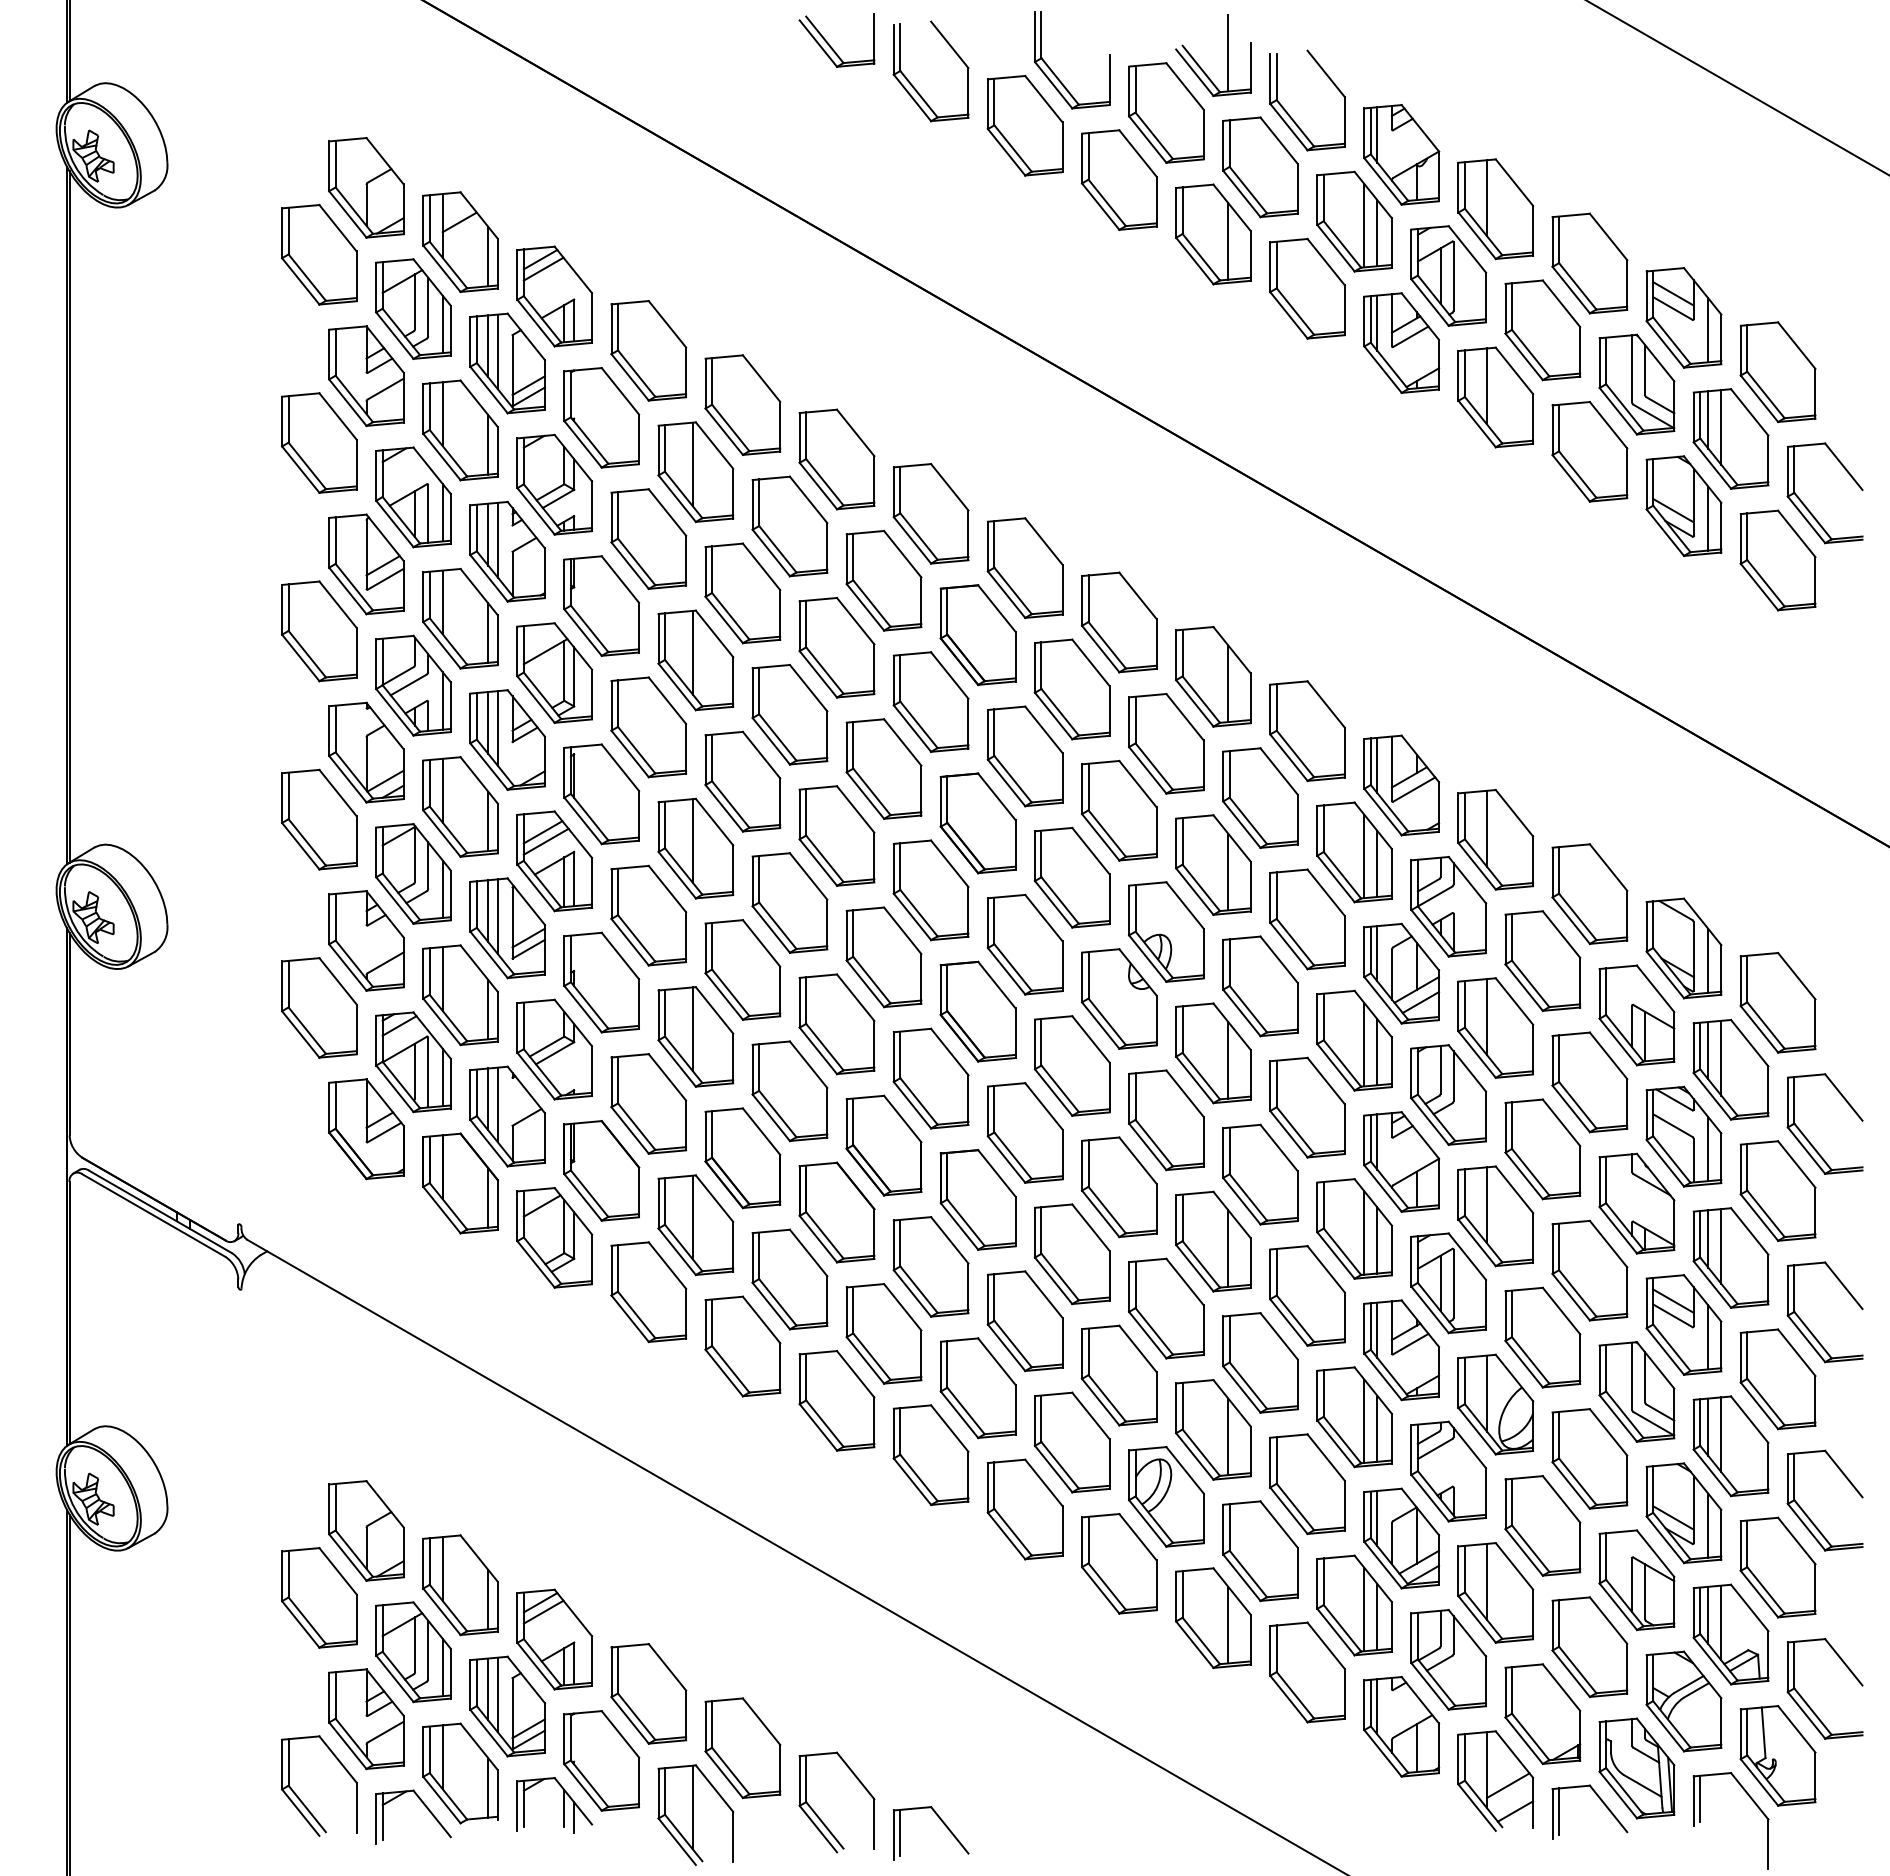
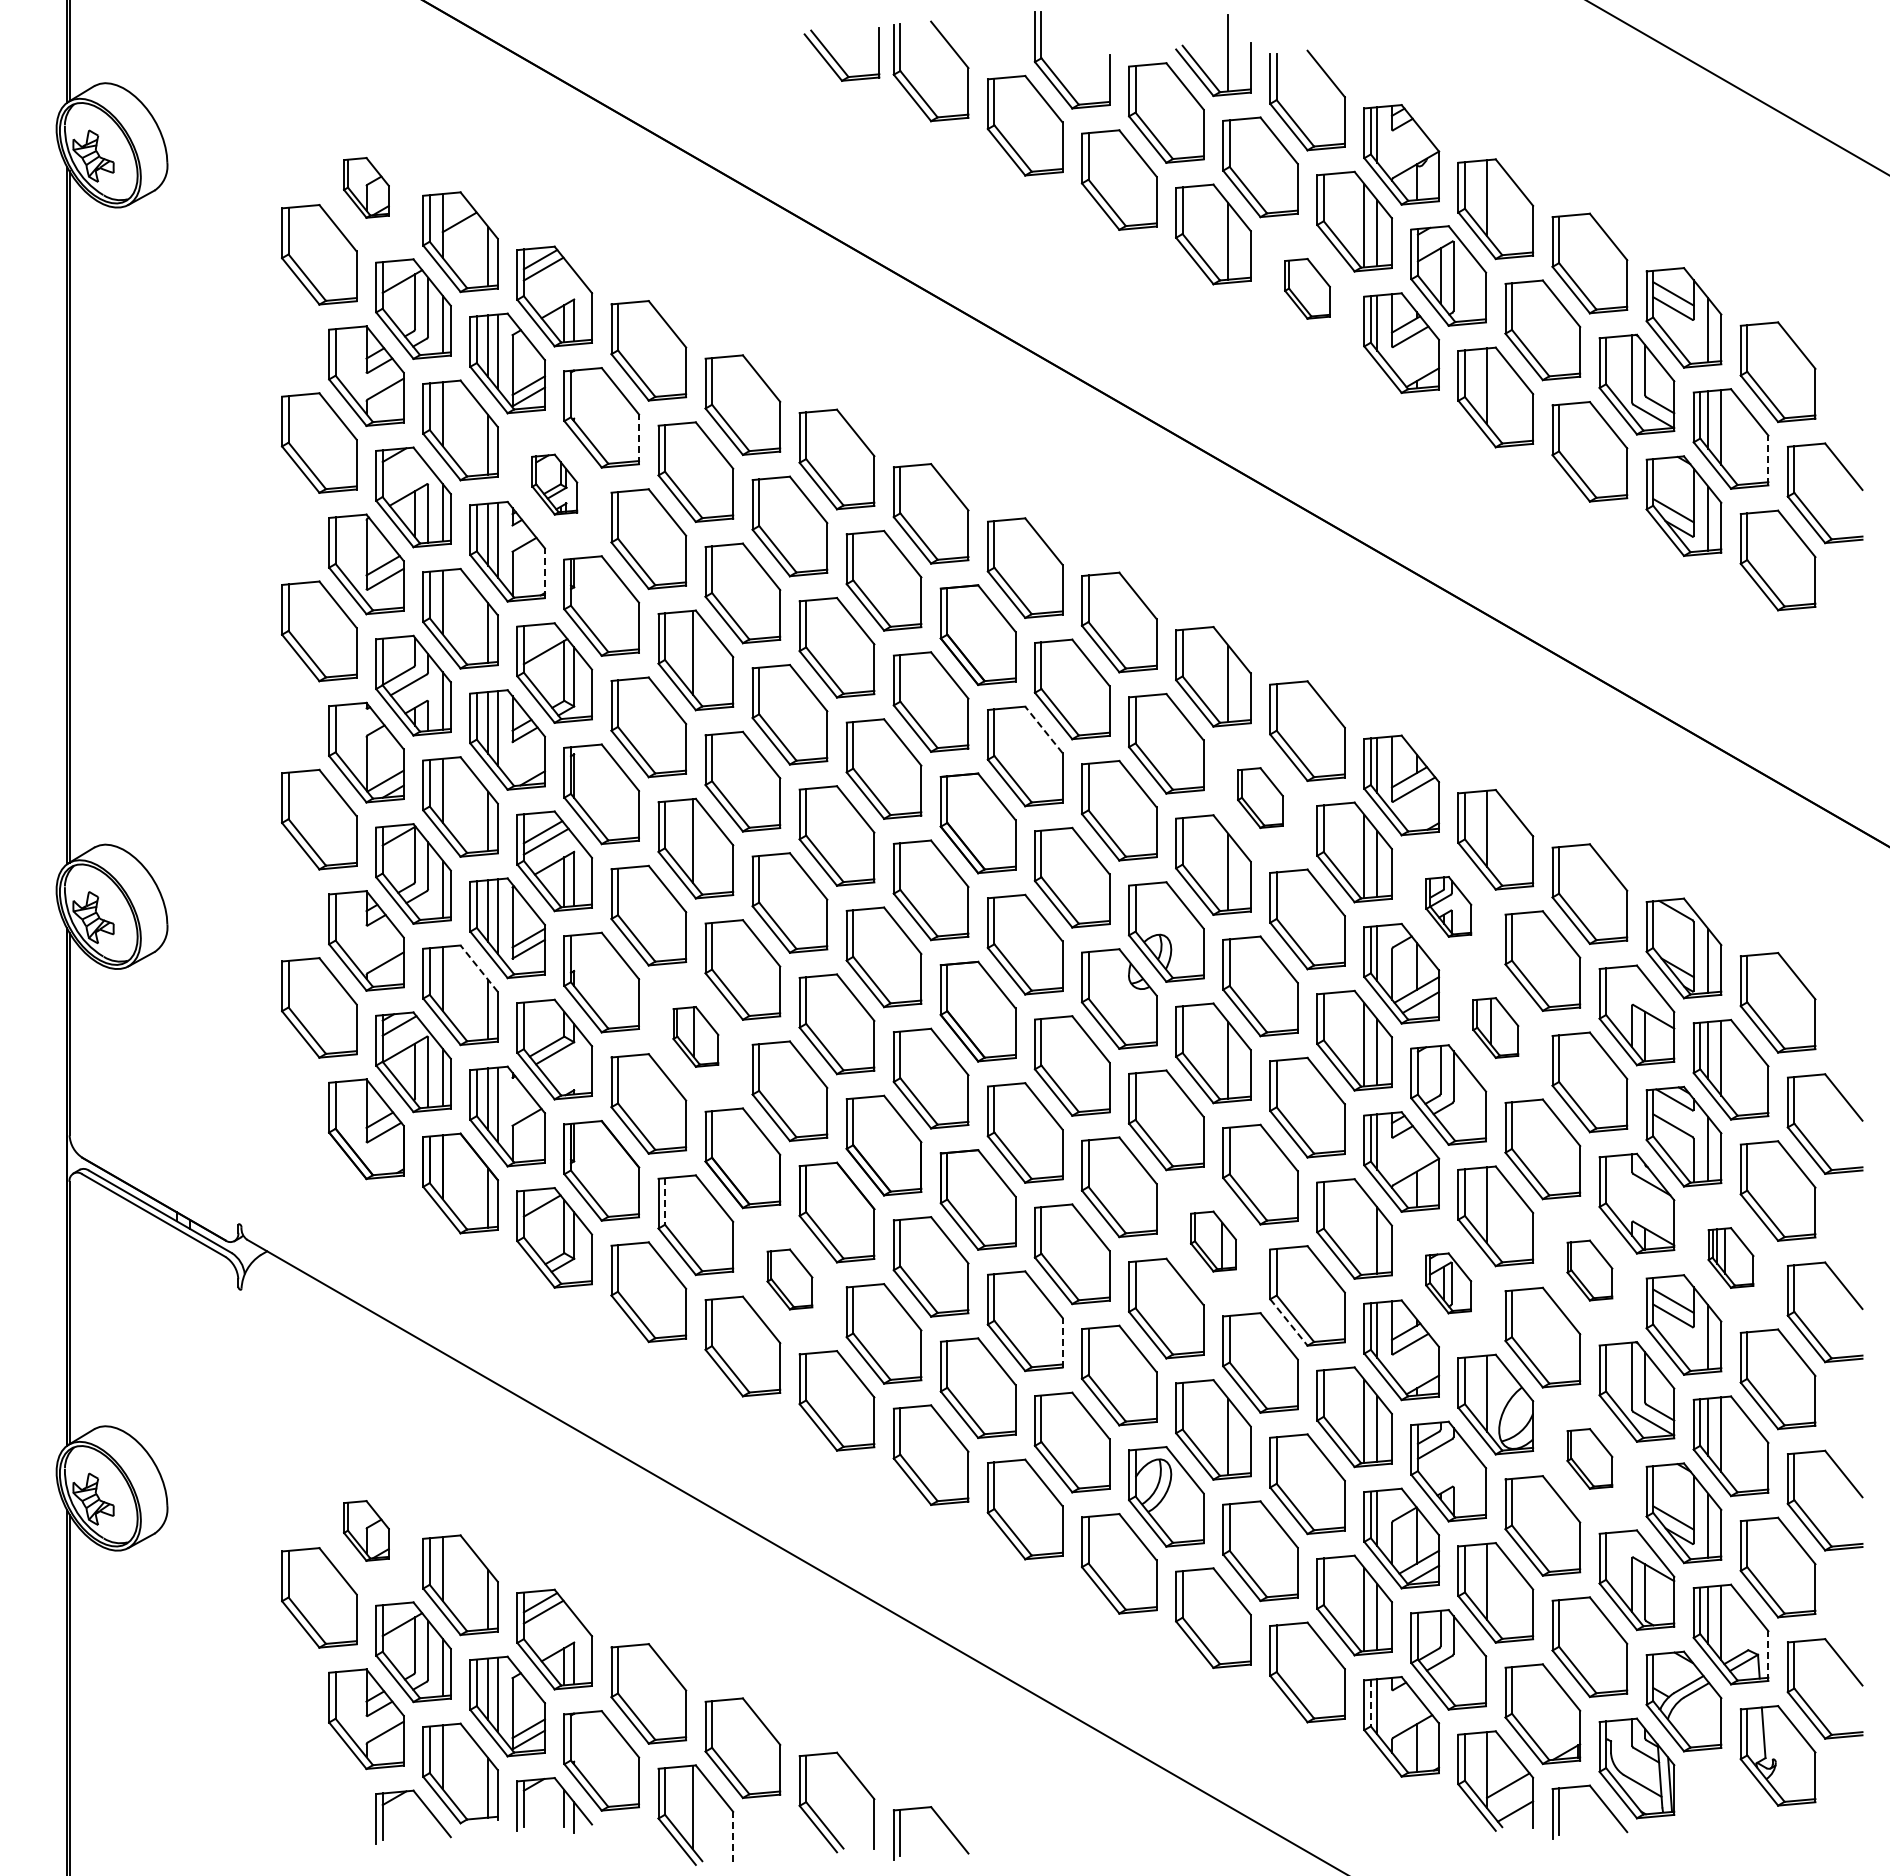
part at (829, 43) position: (829, 43) -> (834, 57)
part at (366, 187) size: 77x102 px -> 47x62 px
part at (1307, 288) size: 77x102 px -> 47x63 px
line at (639, 439): solid -> dashed
line at (1768, 460): solid -> dashed
line at (692, 464): present -> none
part at (554, 484) size: 78x103 px -> 48x63 px
line at (544, 573): solid -> dashed
line at (1043, 729): solid -> dashed
part at (1260, 797) size: 77x102 px -> 47x63 px
part at (1448, 906) size: 78x102 px -> 48x62 px
line at (479, 968): solid -> dashed
part at (1495, 1027) size: 78x102 px -> 48x62 px
part at (695, 1036) size: 78x102 px -> 48x62 px
line at (665, 1202): solid -> dashed
line at (692, 1217): present -> none
line at (1364, 1232): present -> none
part at (1213, 1241) size: 77x103 px -> 47x63 px
part at (1730, 1257) size: 78x102 px -> 48x62 px
part at (1589, 1270) size: 78x103 px -> 48x63 px
part at (789, 1279) size: 78x103 px -> 48x63 px
part at (1448, 1283) size: 77x103 px -> 48x63 px
line at (1288, 1322): solid -> dashed
line at (1062, 1342): solid -> dashed
part at (1589, 1458) size: 78x102 px -> 48x62 px
part at (366, 1530) size: 77x102 px -> 47x62 px
line at (1228, 1624): present -> none
line at (1768, 1656): solid -> dashed
line at (1370, 1703): solid -> dashed
part at (300, 1798): present -> none
part at (1751, 1800): present -> none
line at (733, 1836): solid -> dashed
